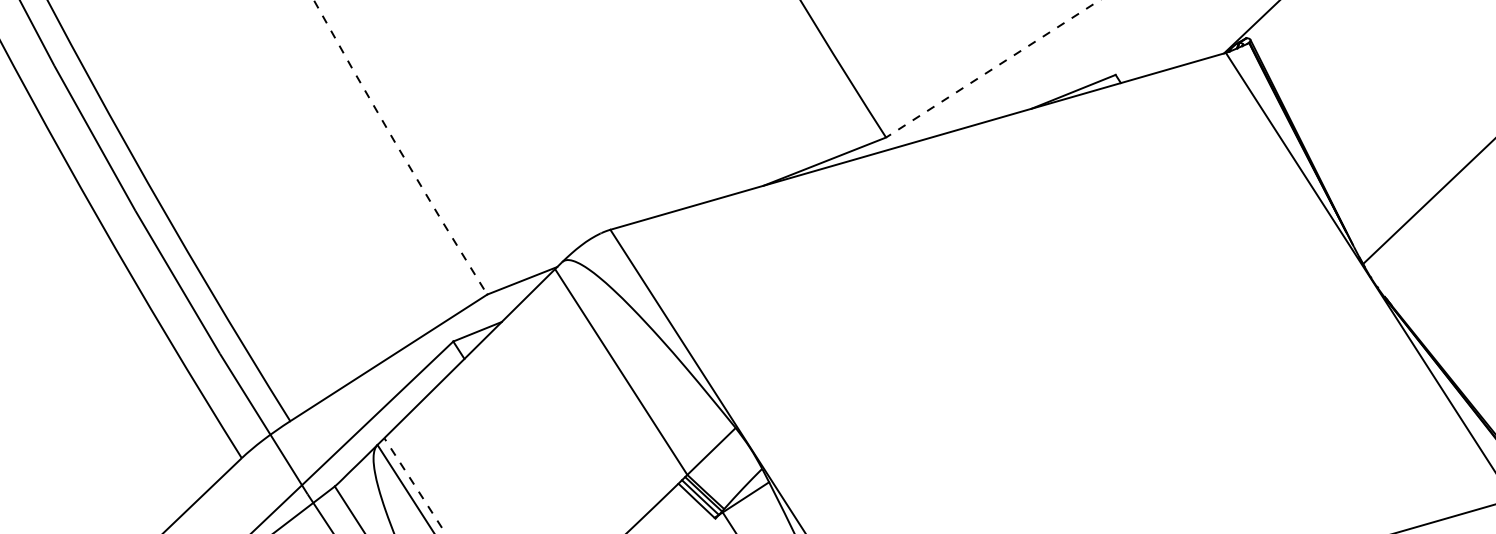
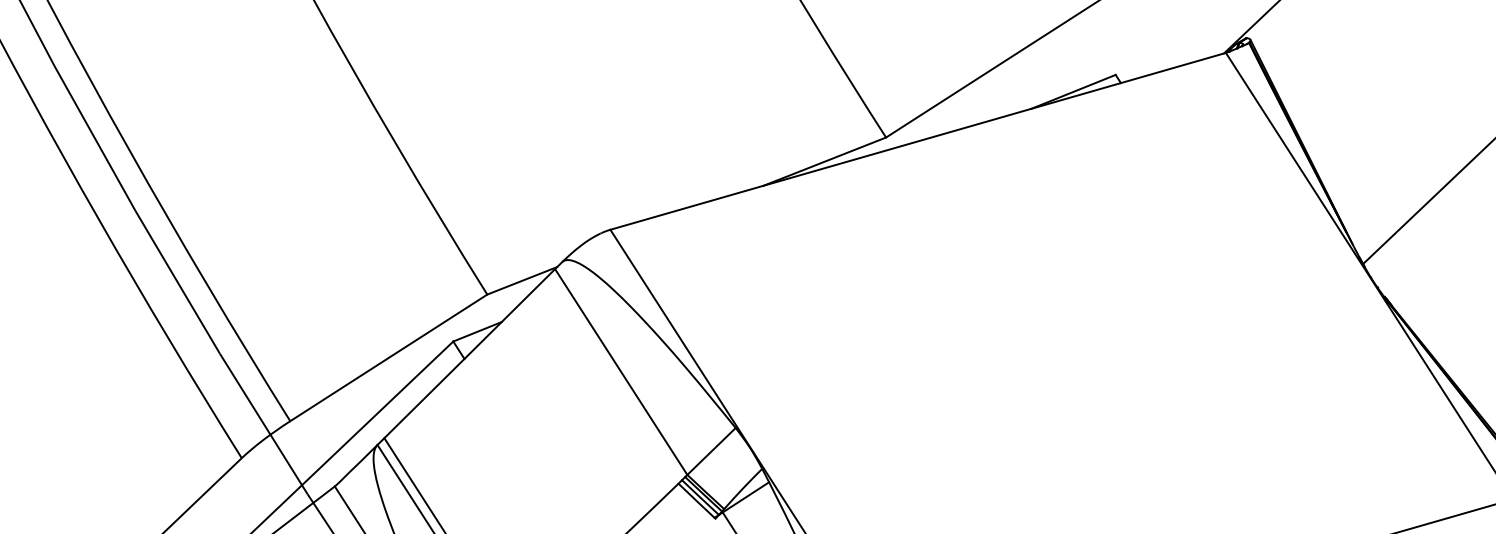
line at (992, 68): dashed -> solid
arc at (398, 148): dashed -> solid
line at (415, 485): dashed -> solid
